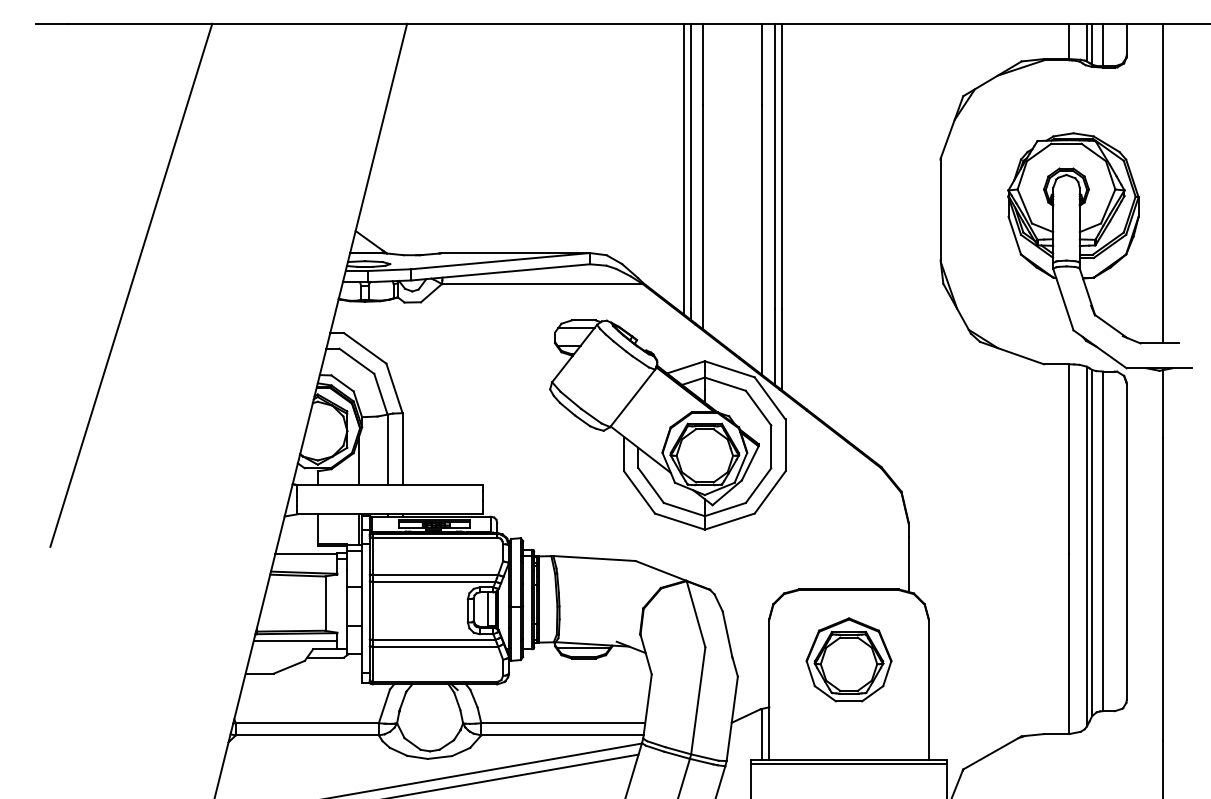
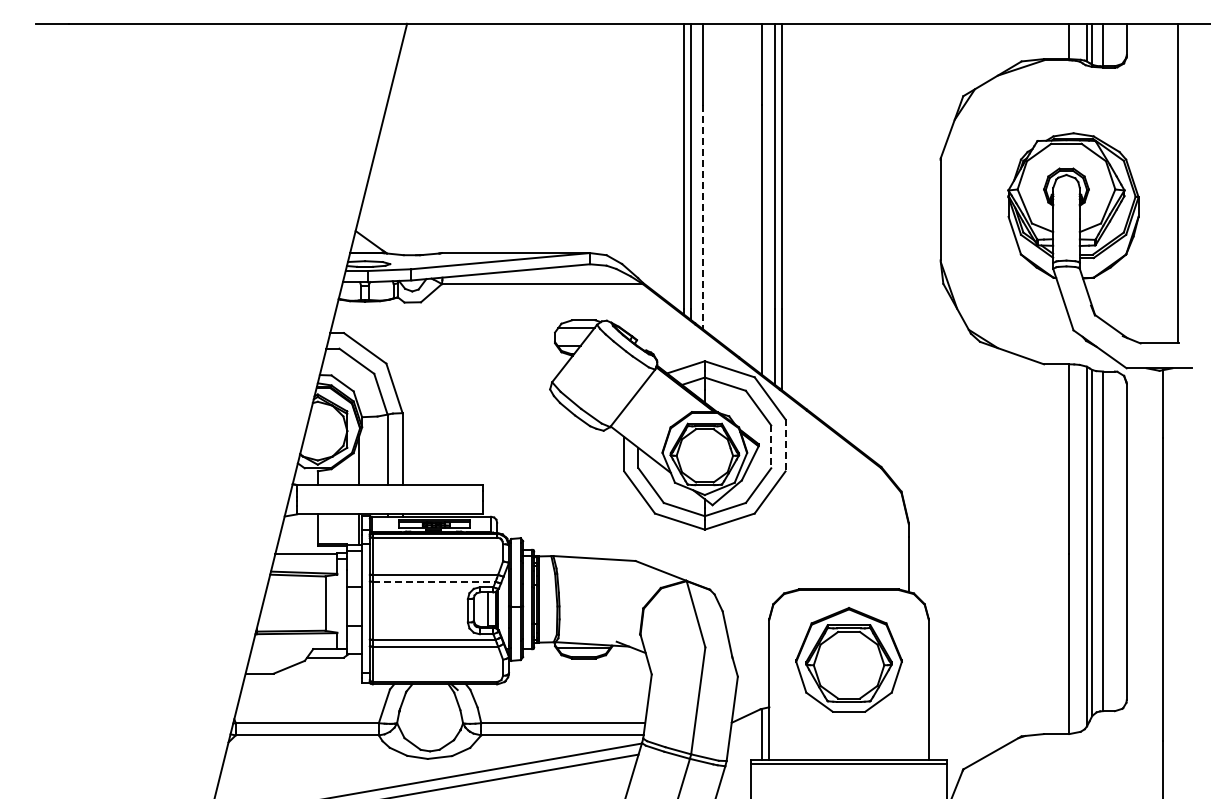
line at (1162, 183) position: (1162, 183) -> (1177, 183)
line at (703, 217): solid -> dashed
line at (131, 284): present -> none
line at (785, 445): solid -> dashed
line at (771, 447): solid -> dashed
line at (434, 581): solid -> dashed
line at (295, 640): present -> none
part at (848, 659) size: 88x86 px -> 108x106 px
